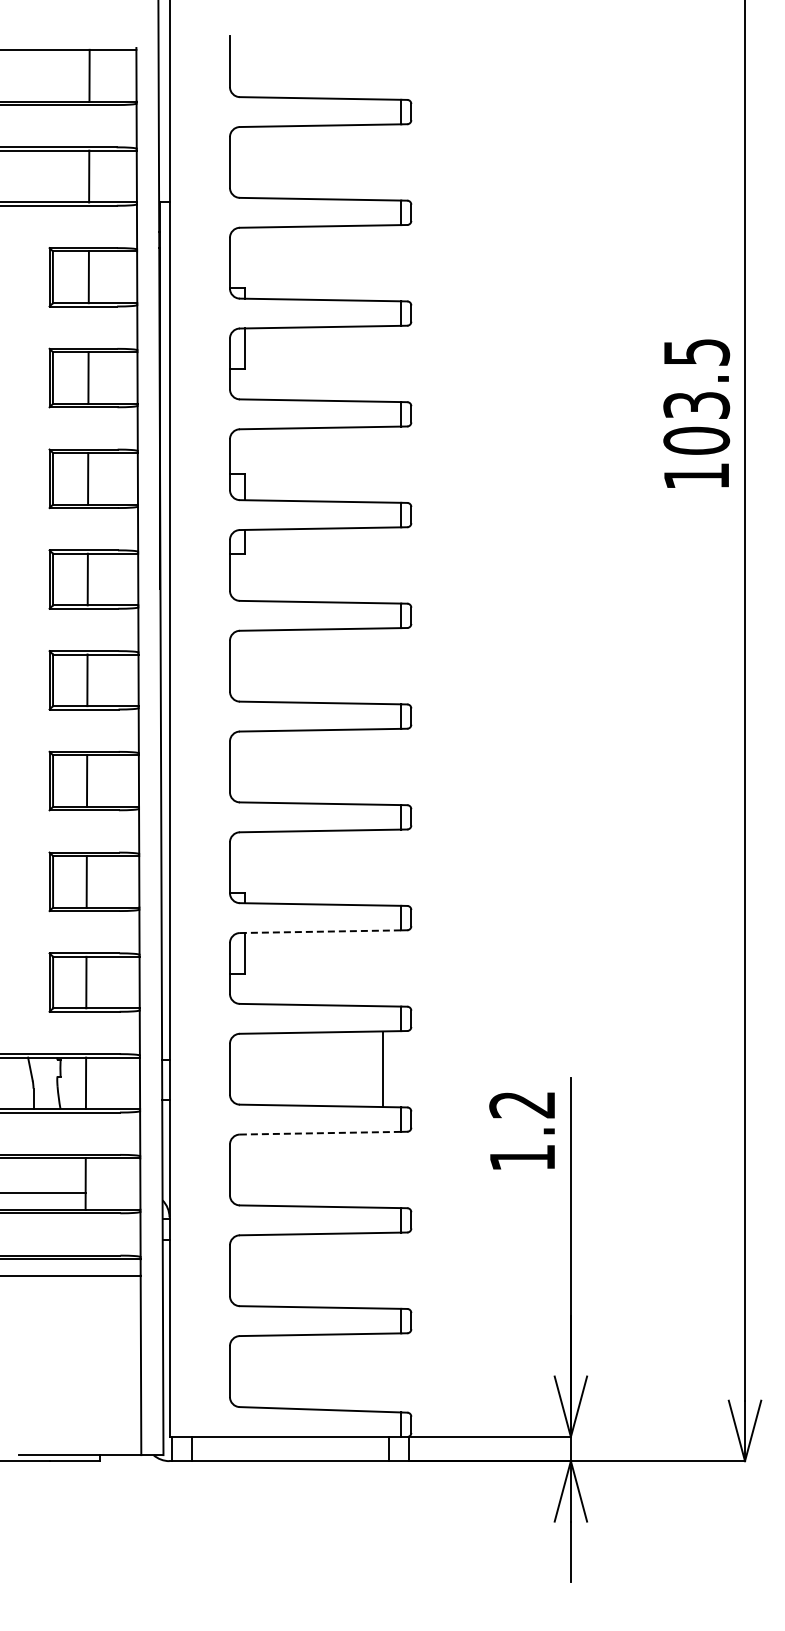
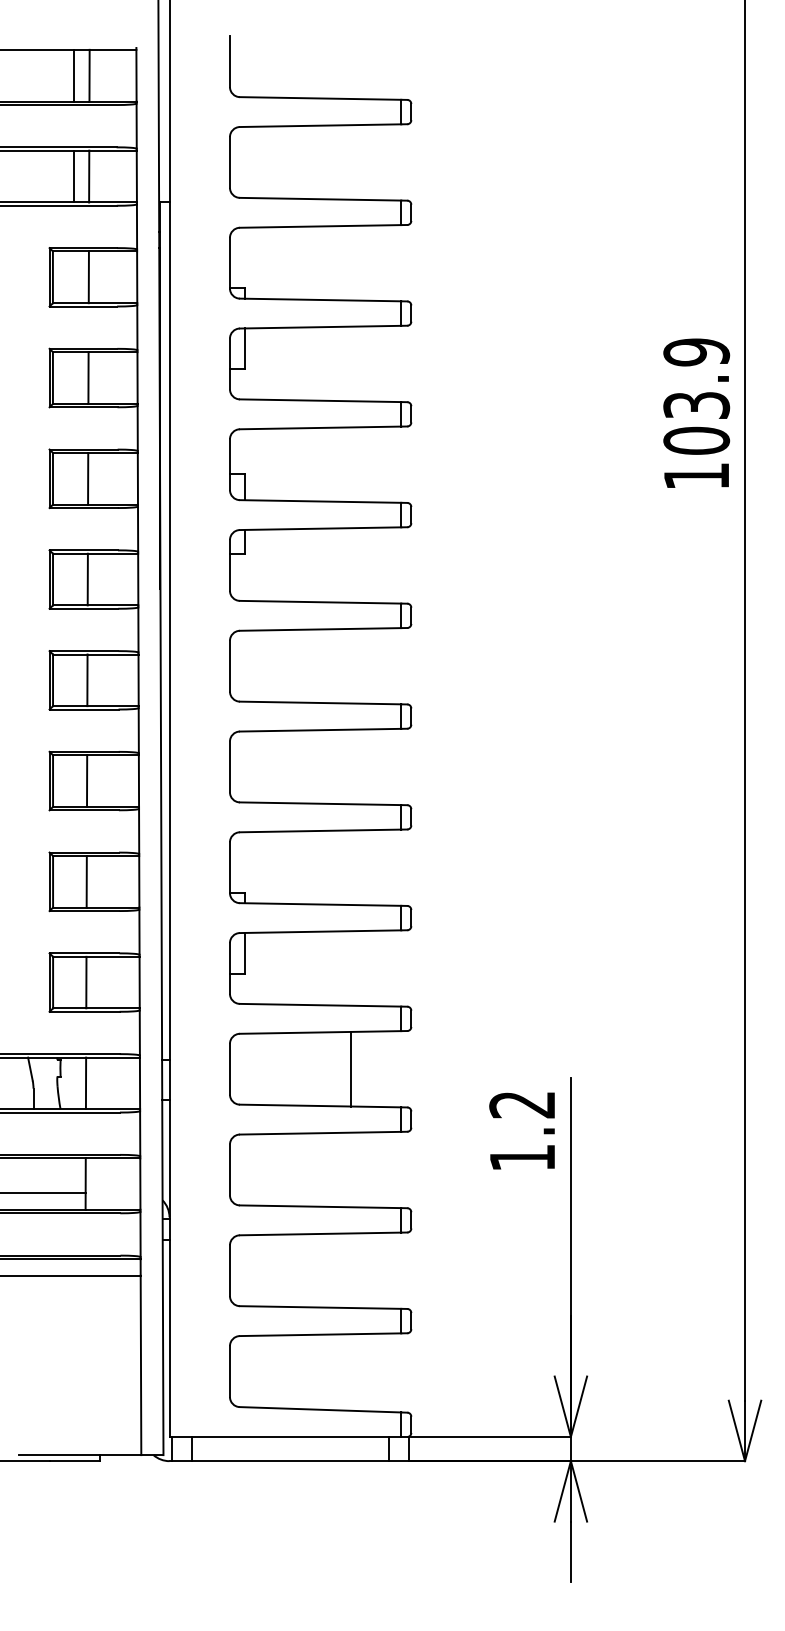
line at (73, 75): none -> present
line at (73, 176): none -> present
text at (696, 352): 103.5 -> 103.9
line at (320, 931): dashed -> solid
line at (382, 1068) position: (382, 1068) -> (350, 1068)
line at (320, 1133): dashed -> solid
